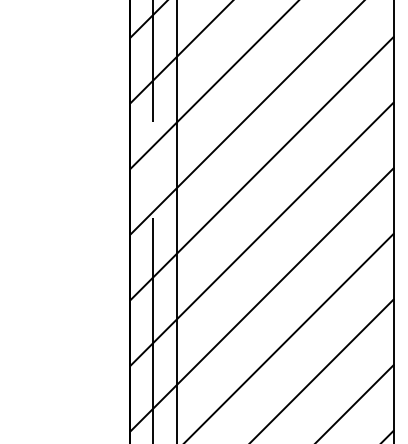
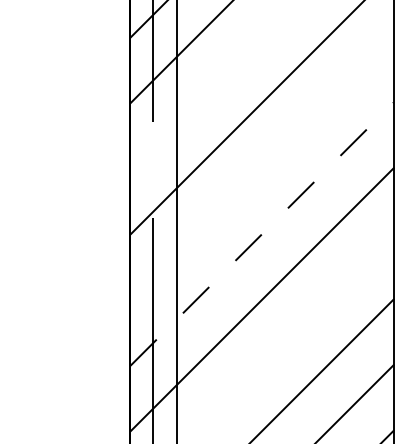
line at (213, 85): present -> none
line at (261, 168): present -> none
line at (262, 233): solid -> dashed
line at (290, 336): present -> none
